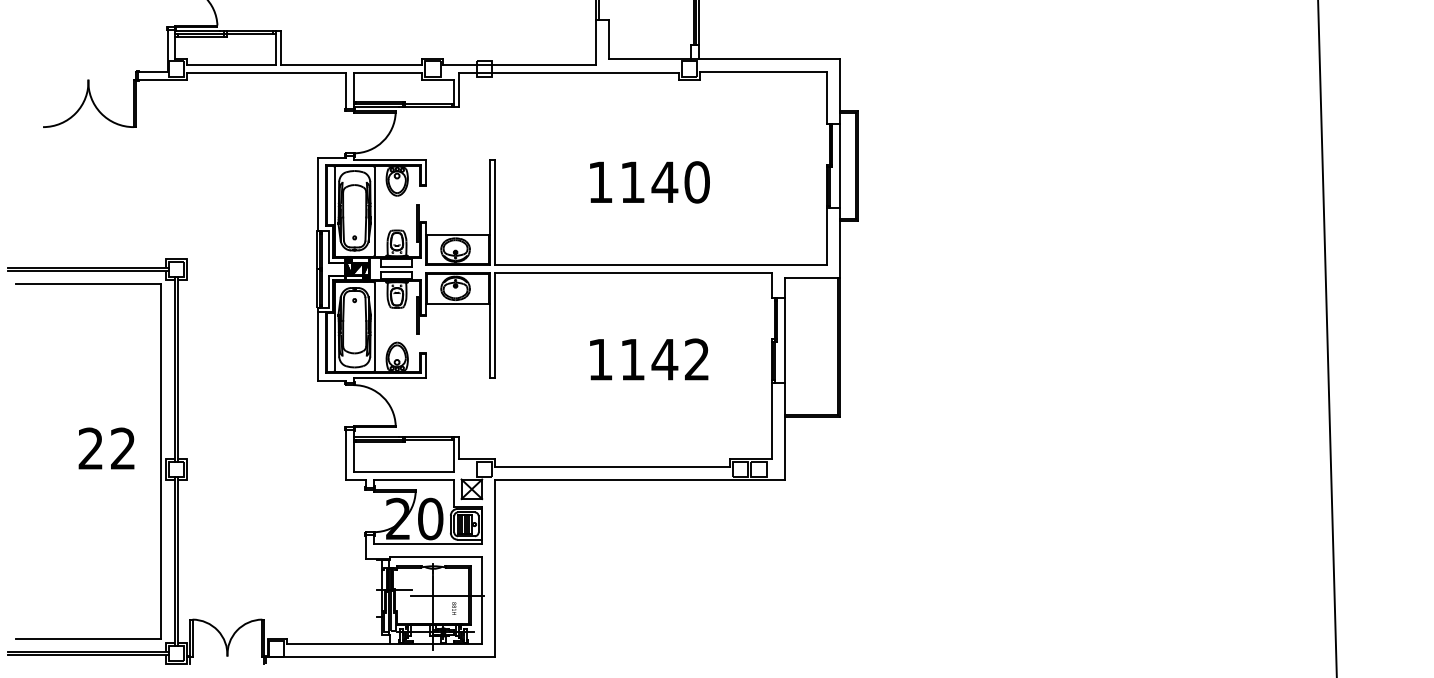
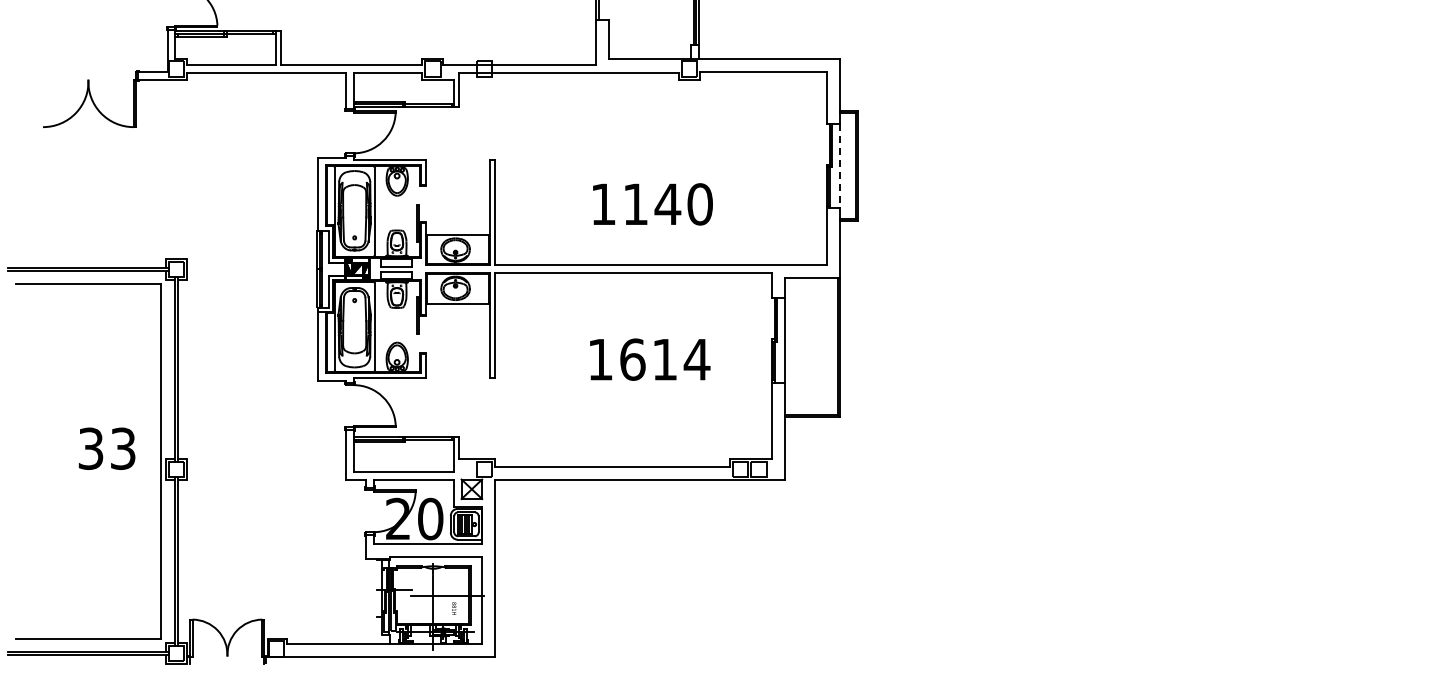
line at (839, 166): solid -> dashed
text at (649, 182) position: (649, 182) -> (652, 204)
line at (1327, 338): present -> none
text at (665, 359): 1142 -> 1614
text at (106, 448): 22 -> 33
